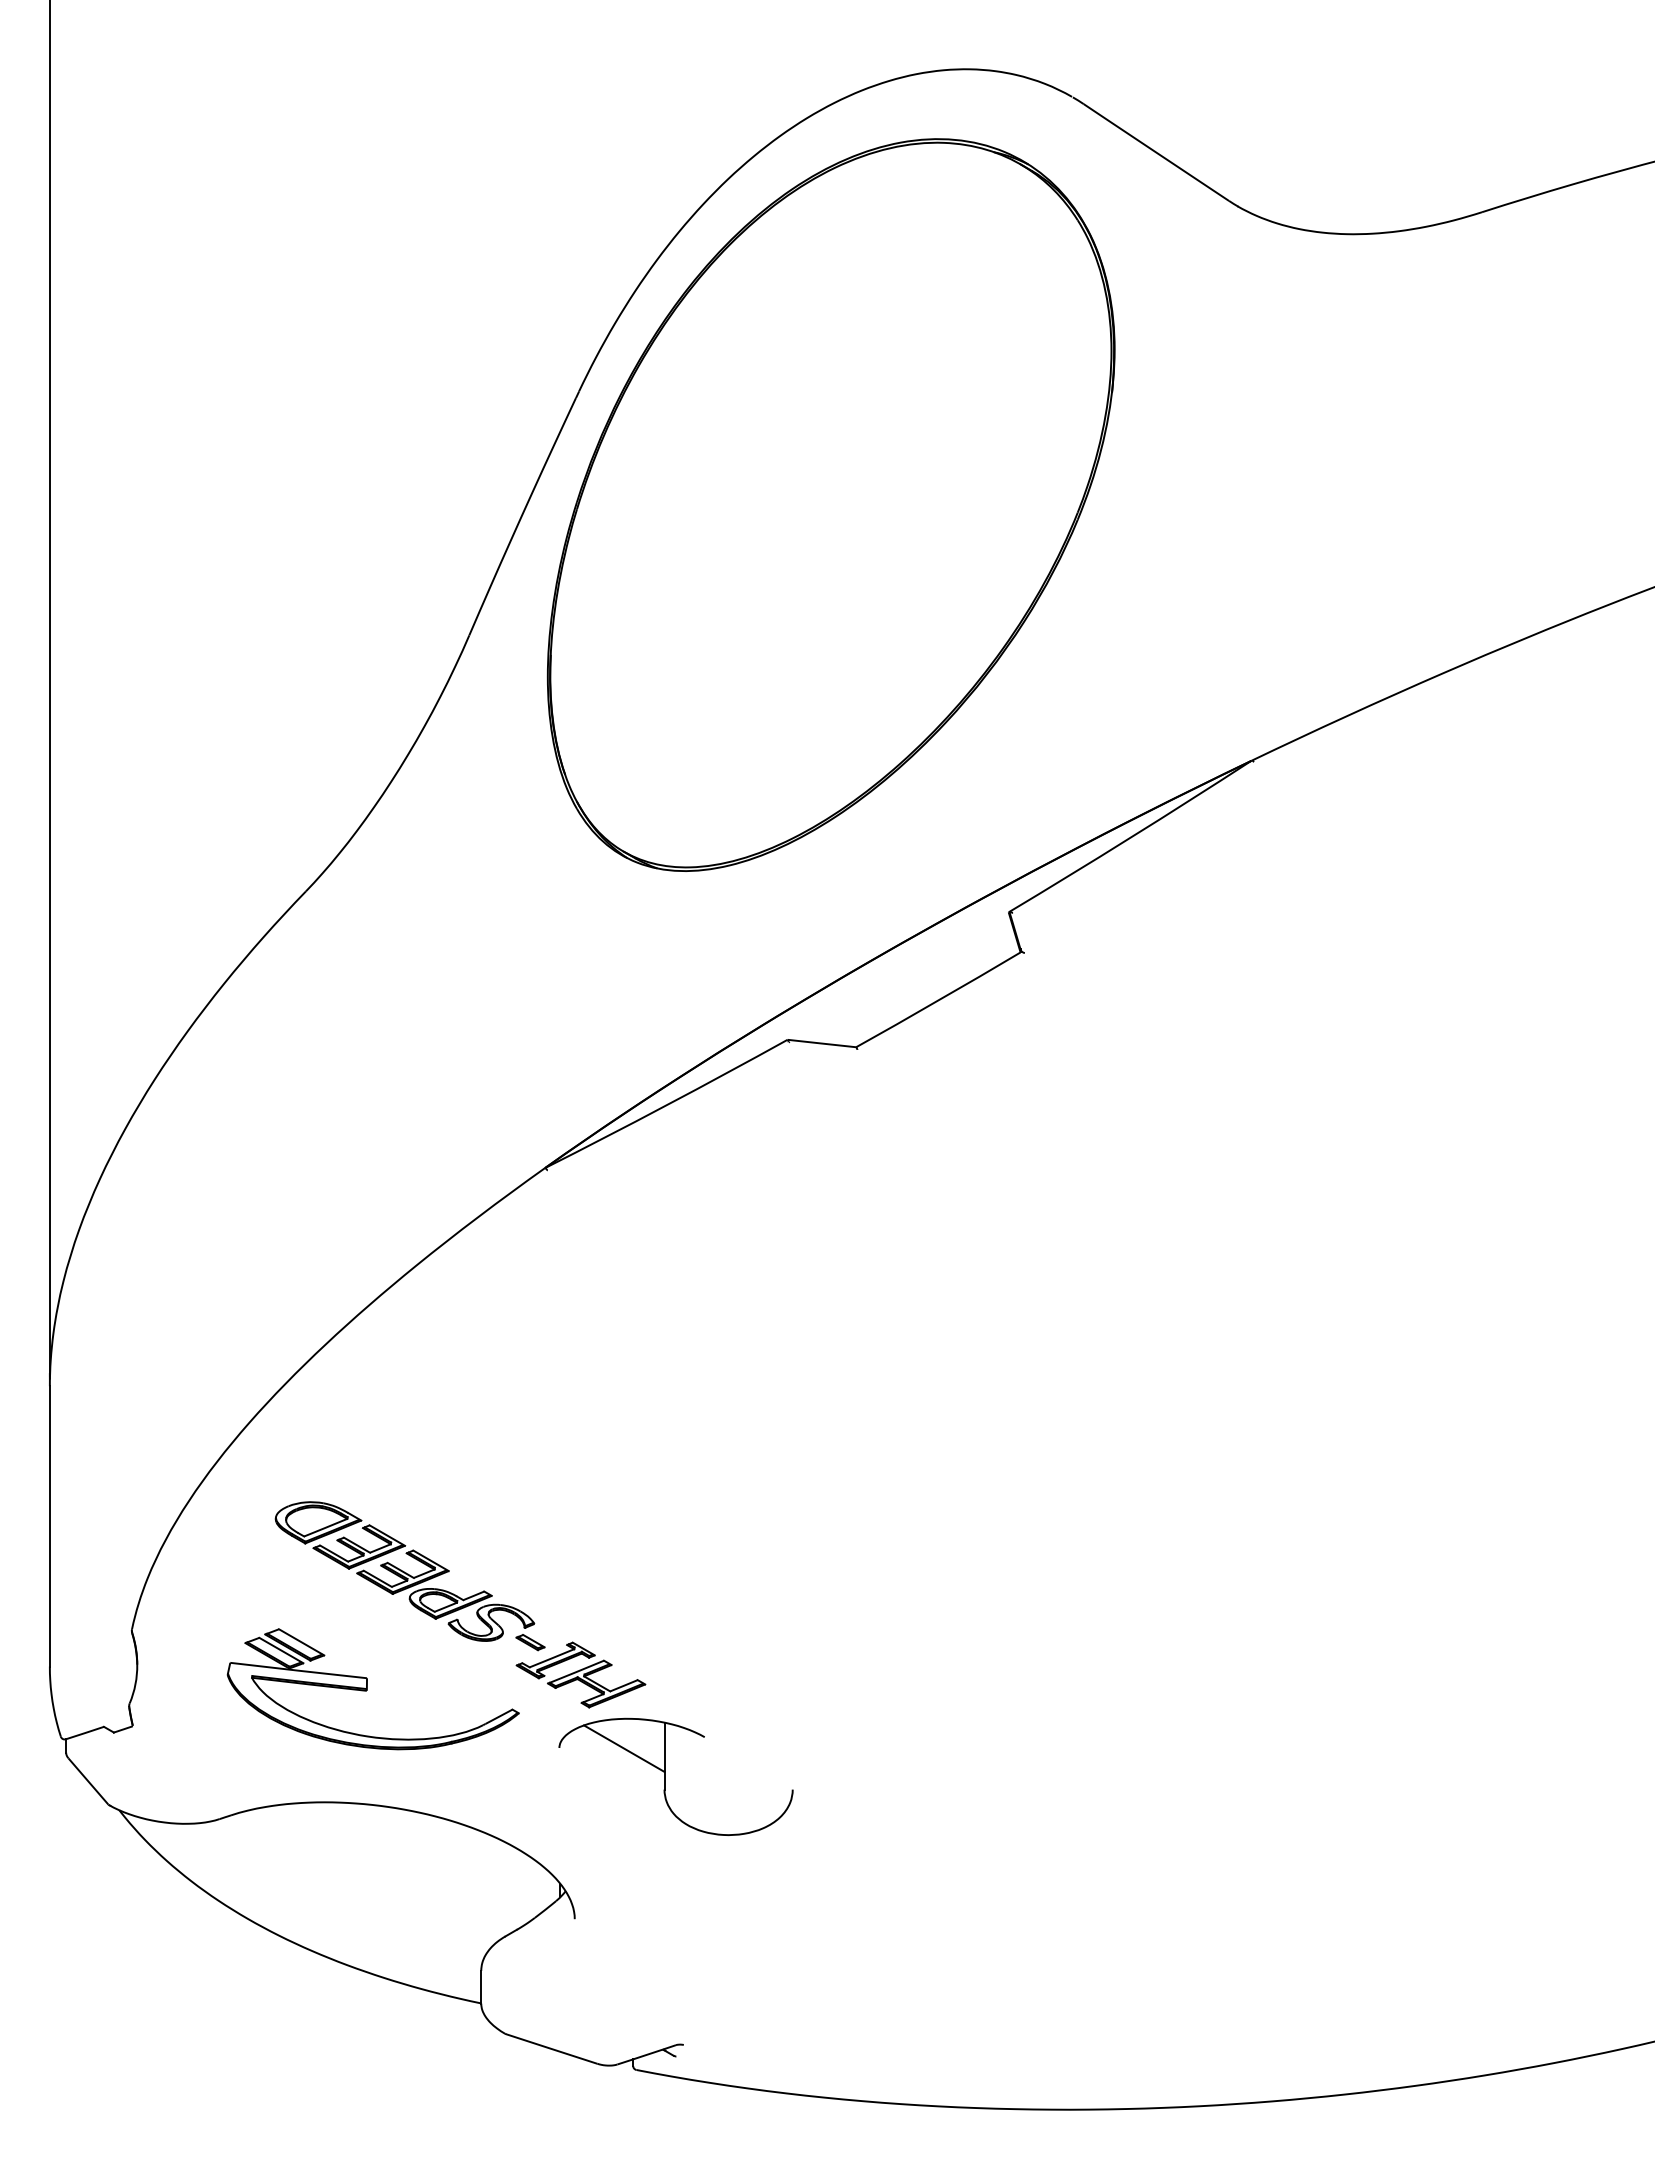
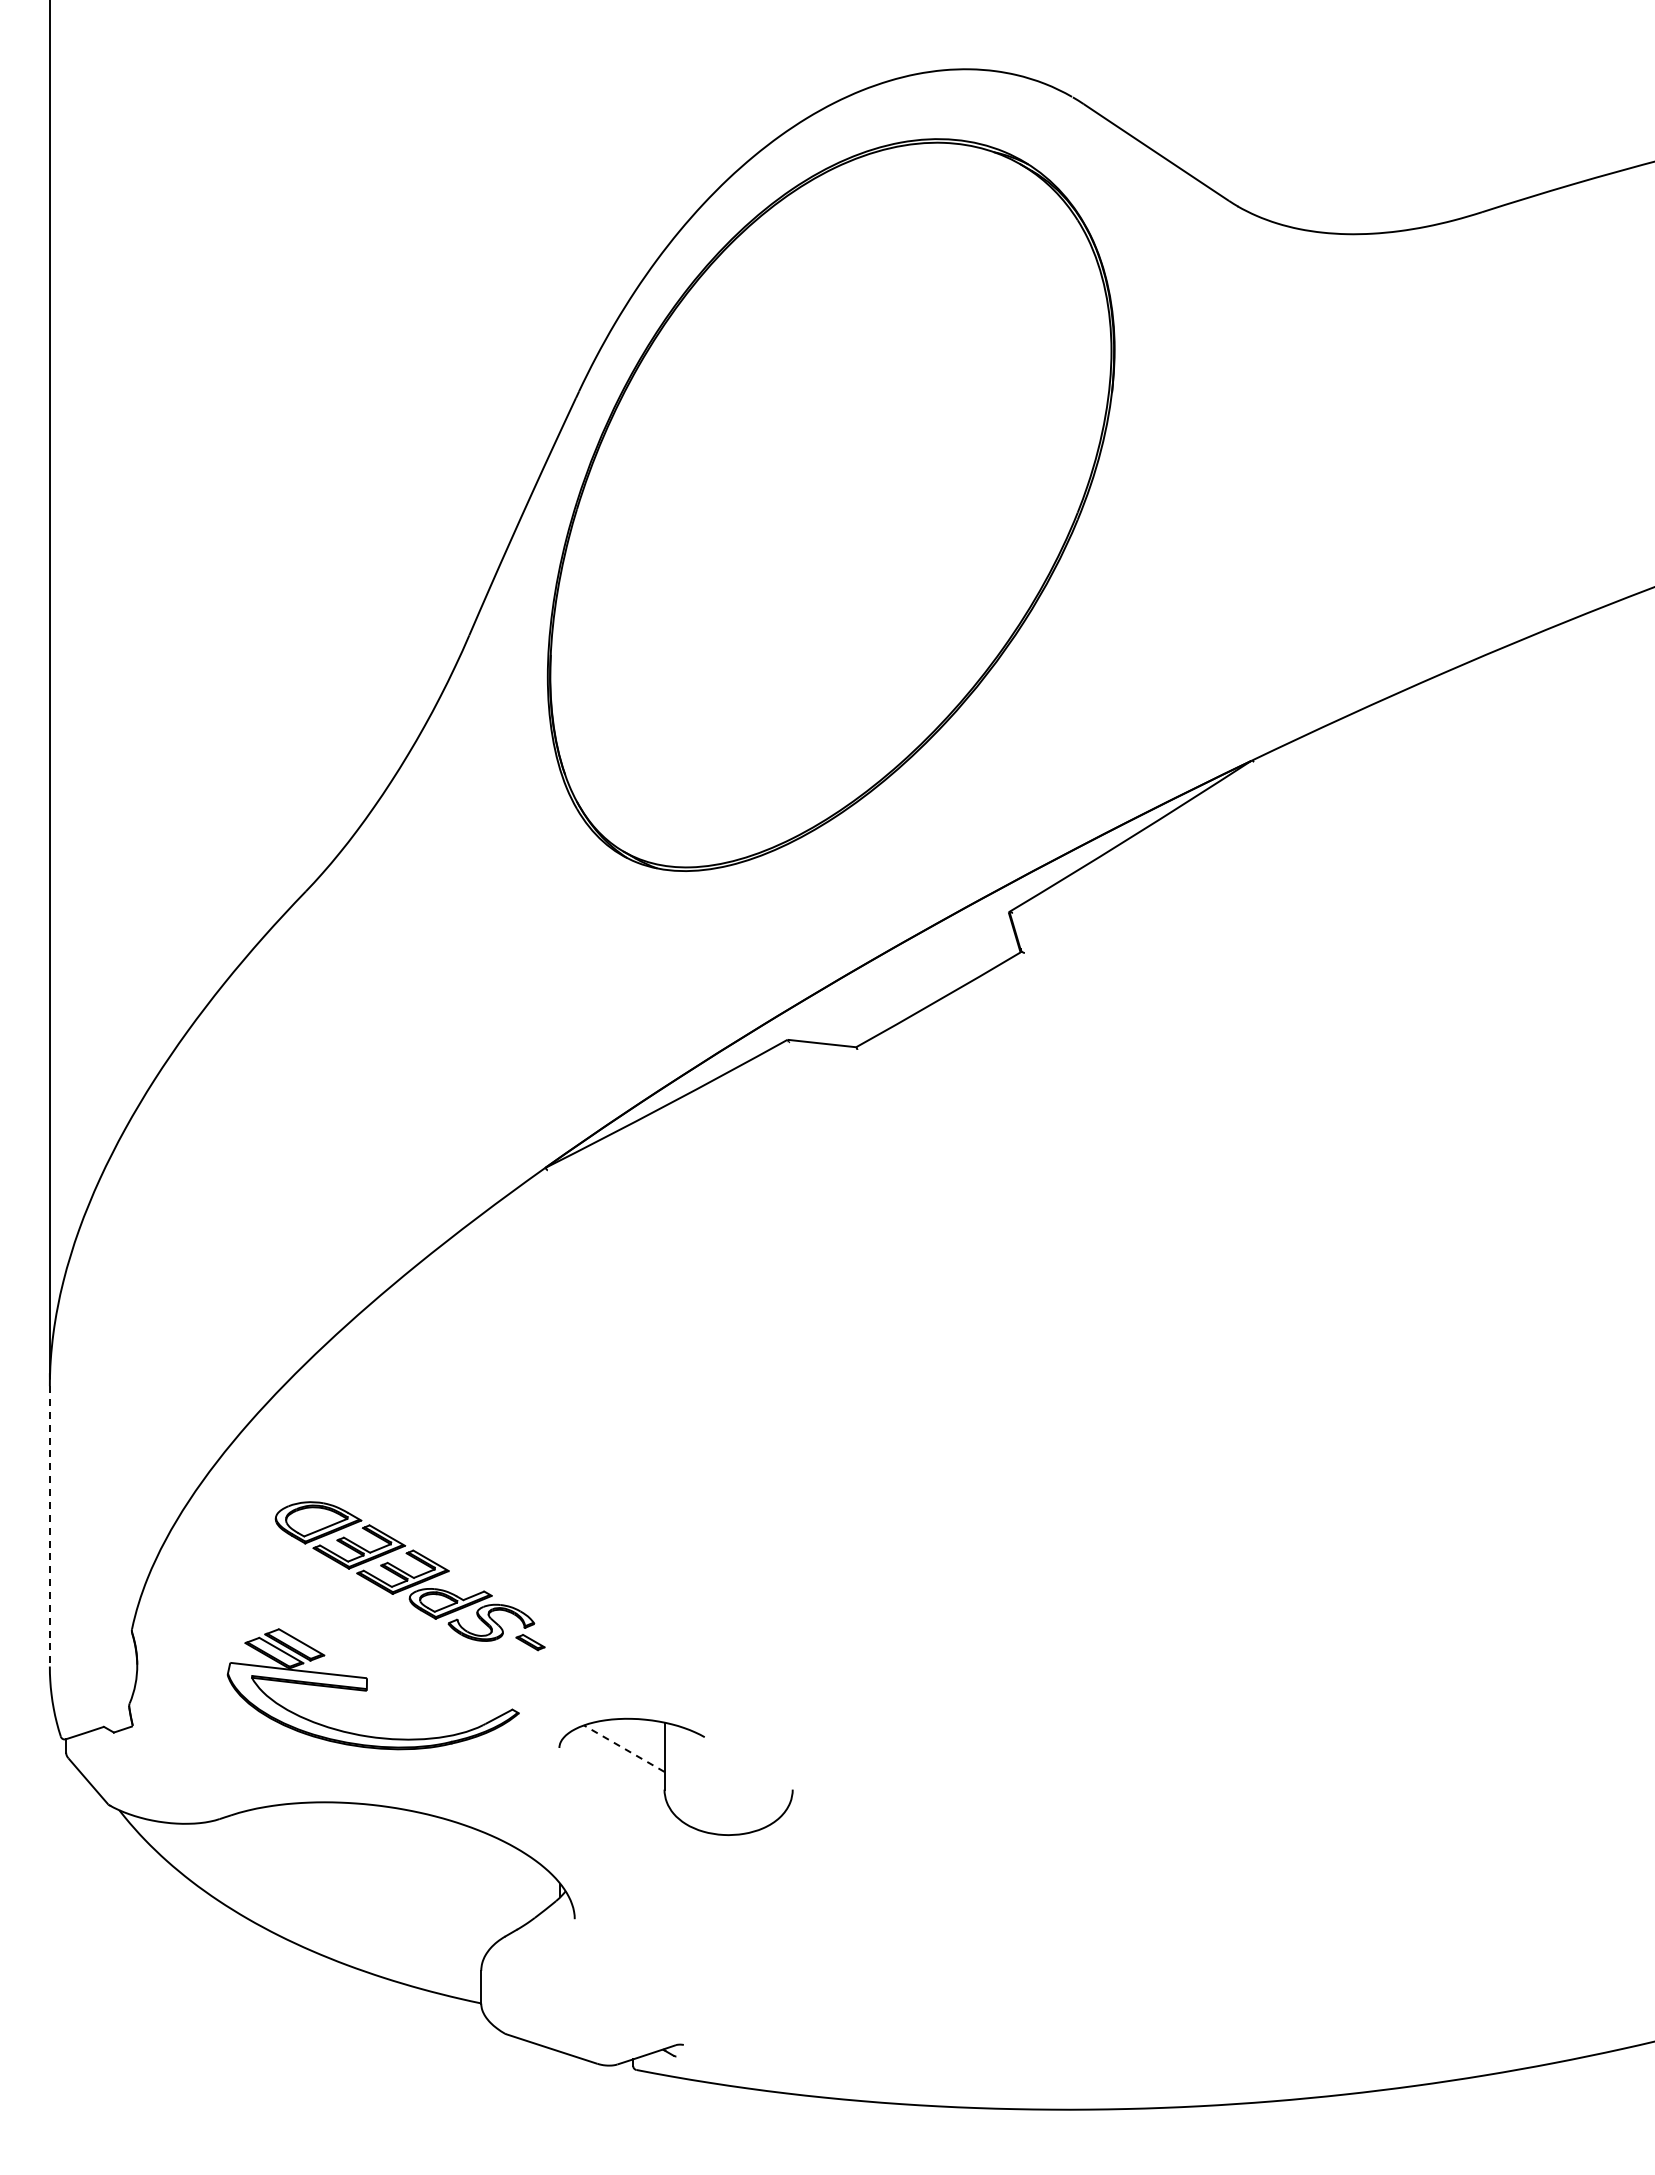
line at (49, 1526): solid -> dashed
part at (580, 1674): present -> none
line at (623, 1748): solid -> dashed
